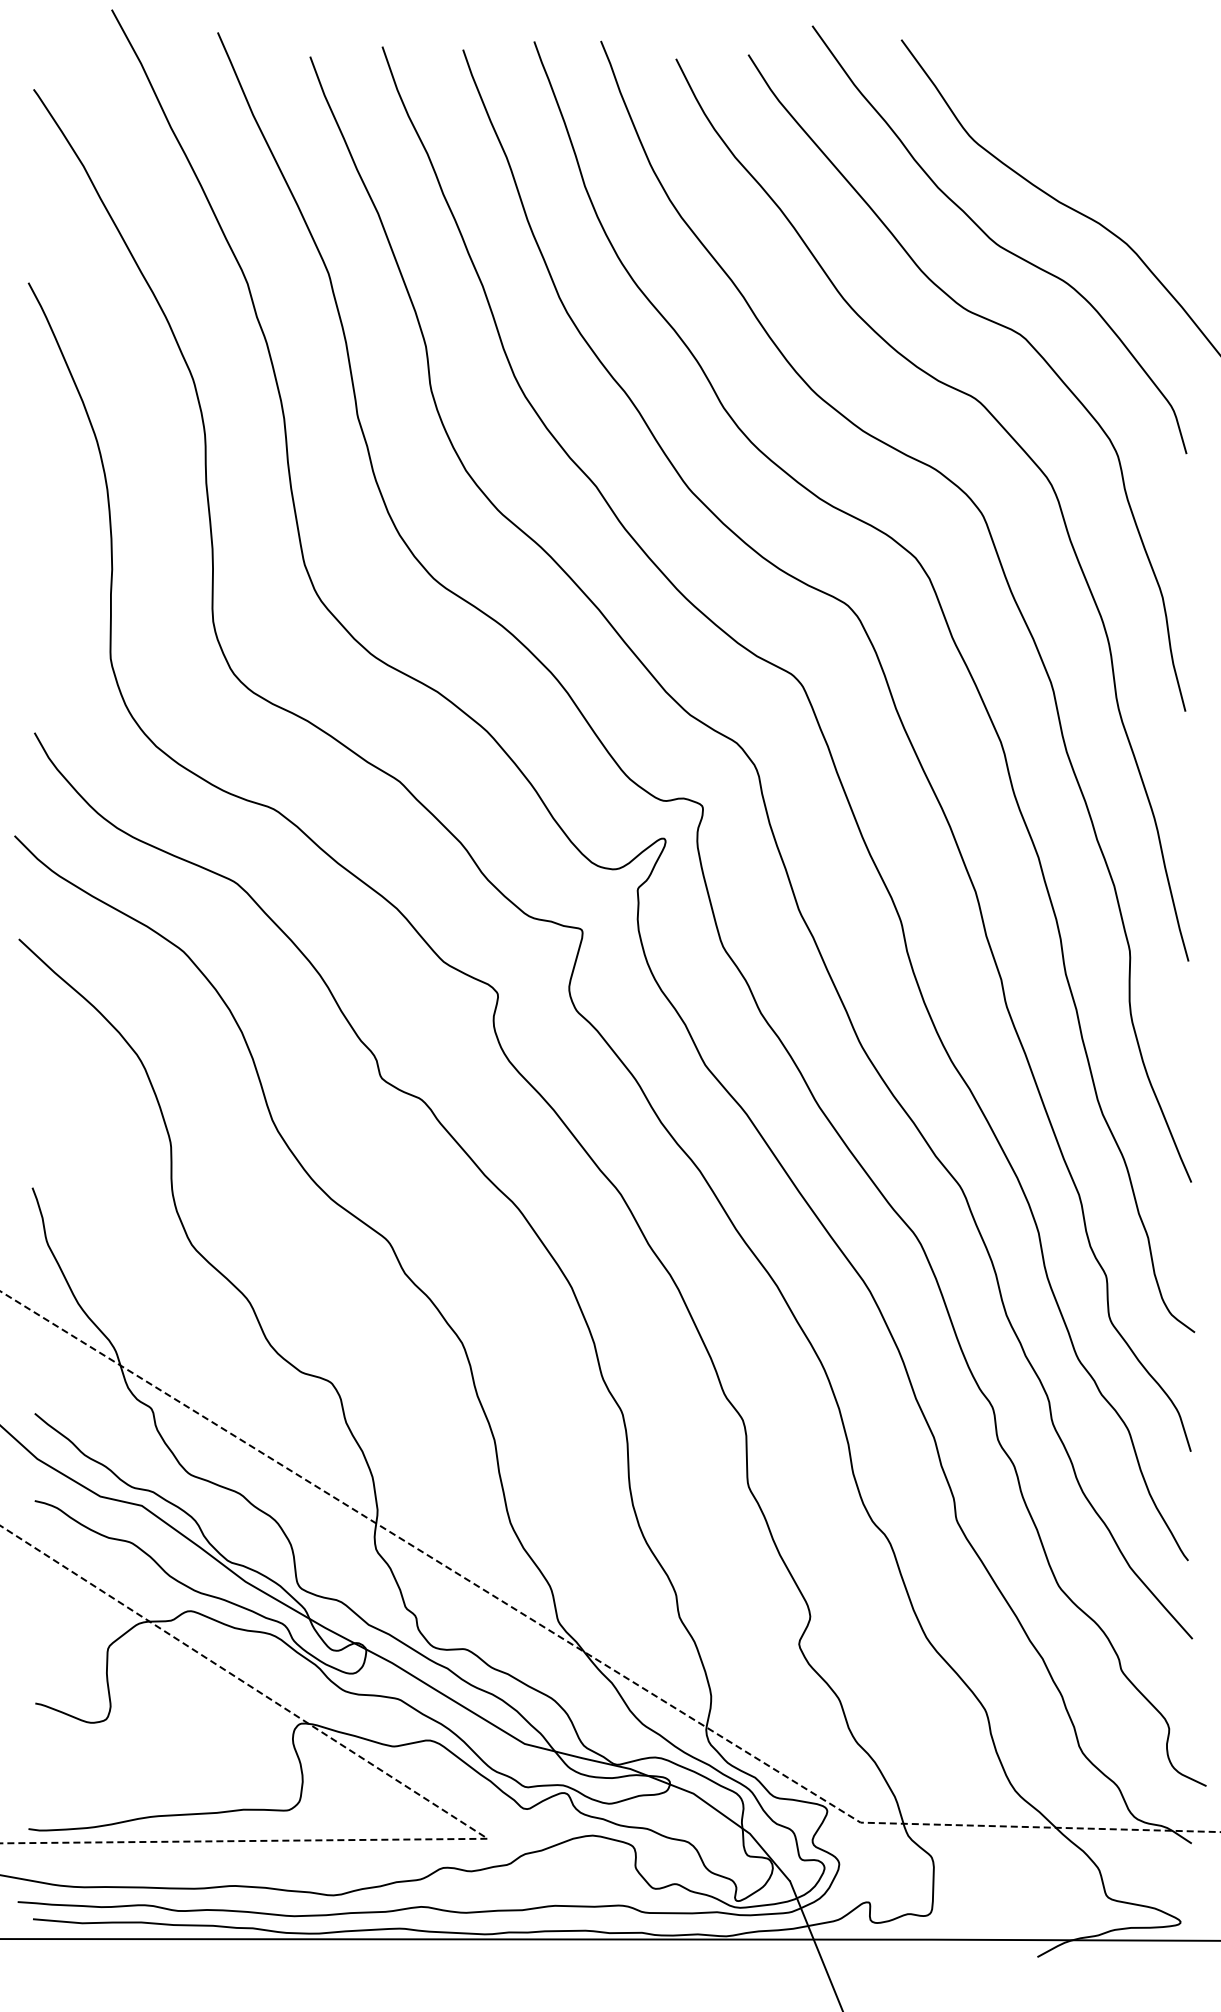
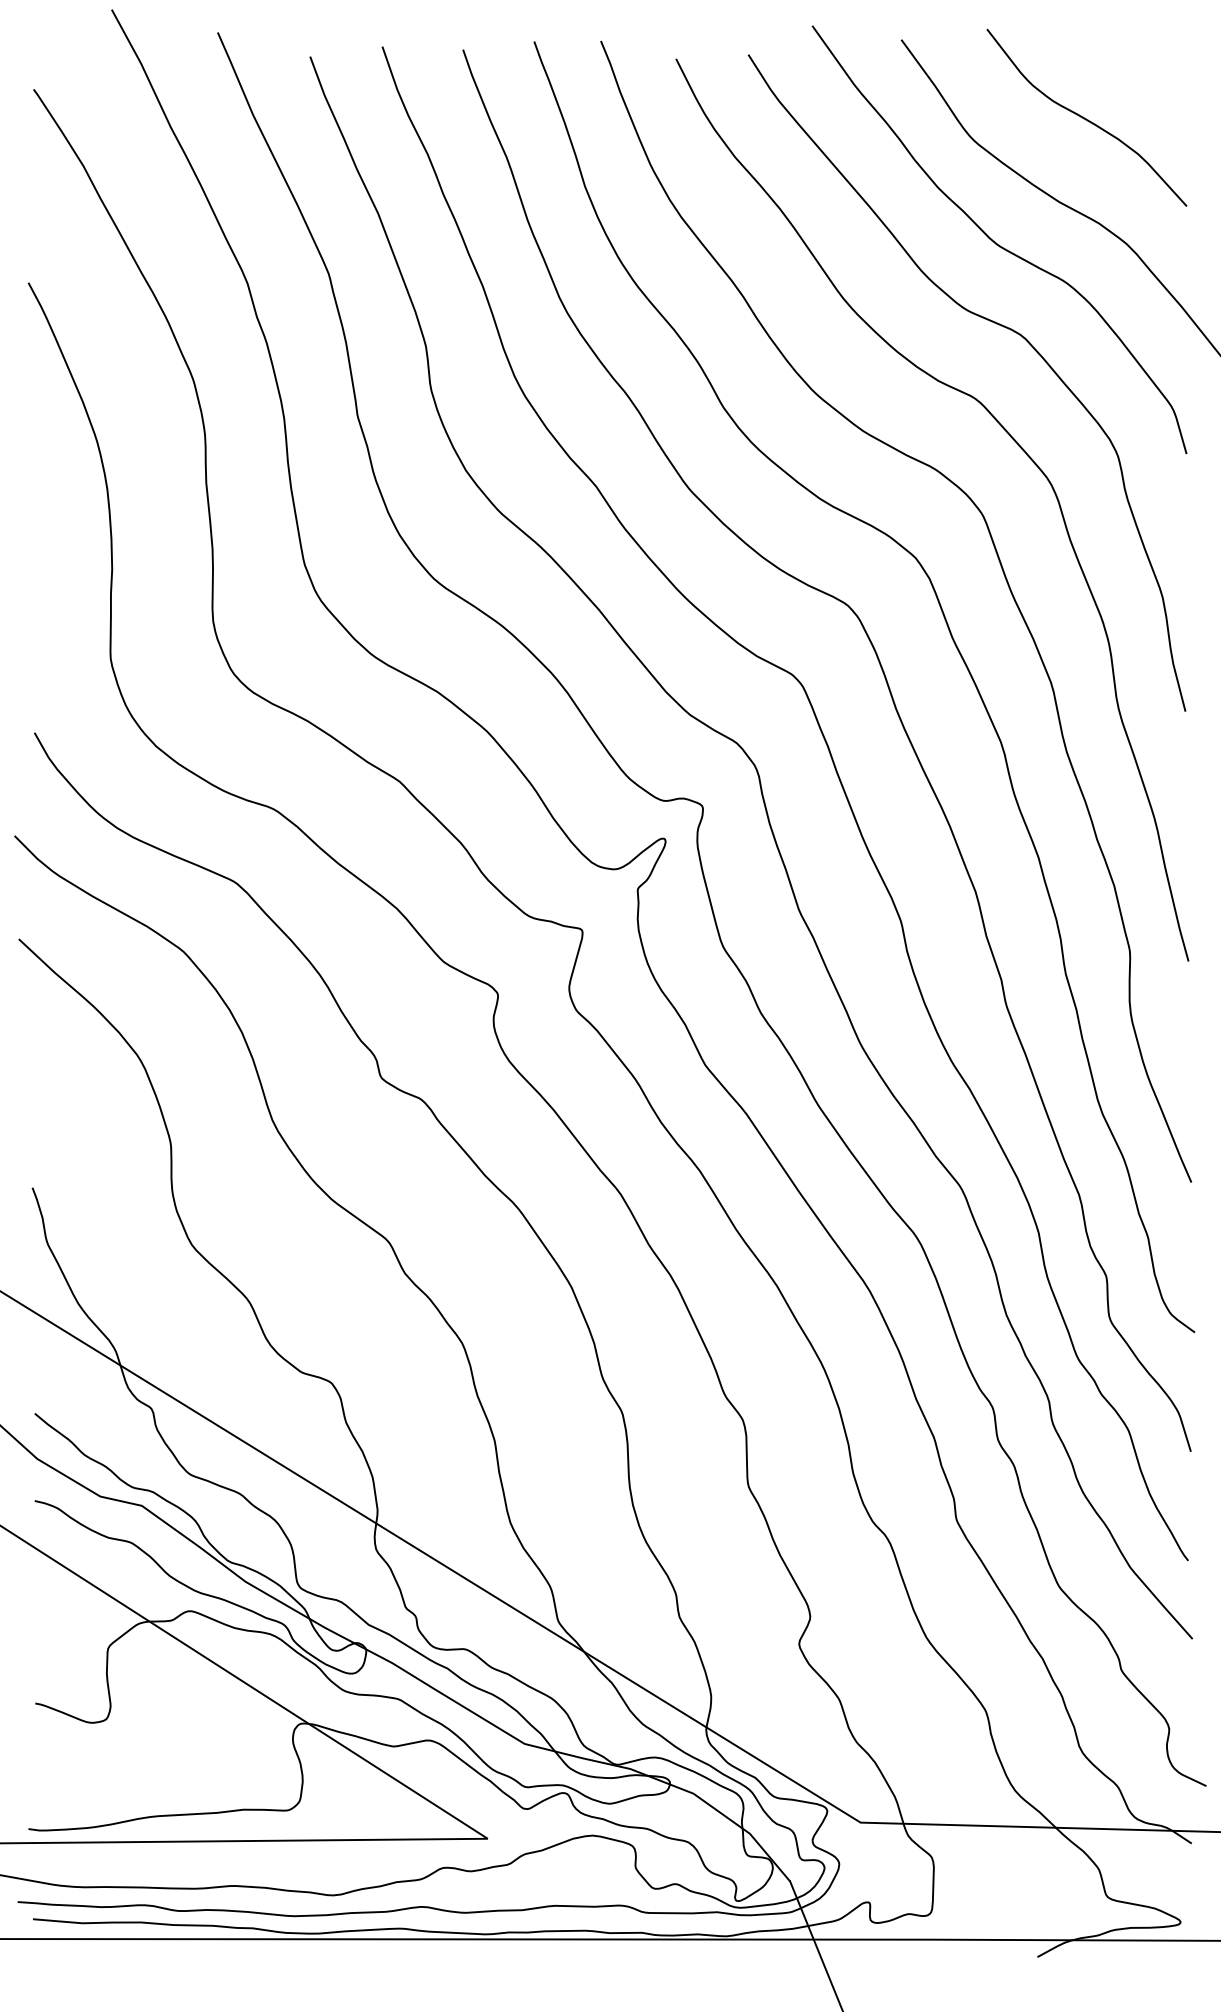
curve at (1086, 118): none -> present
line at (584, 1651): dashed -> solid
line at (449, 1814): dashed -> solid
